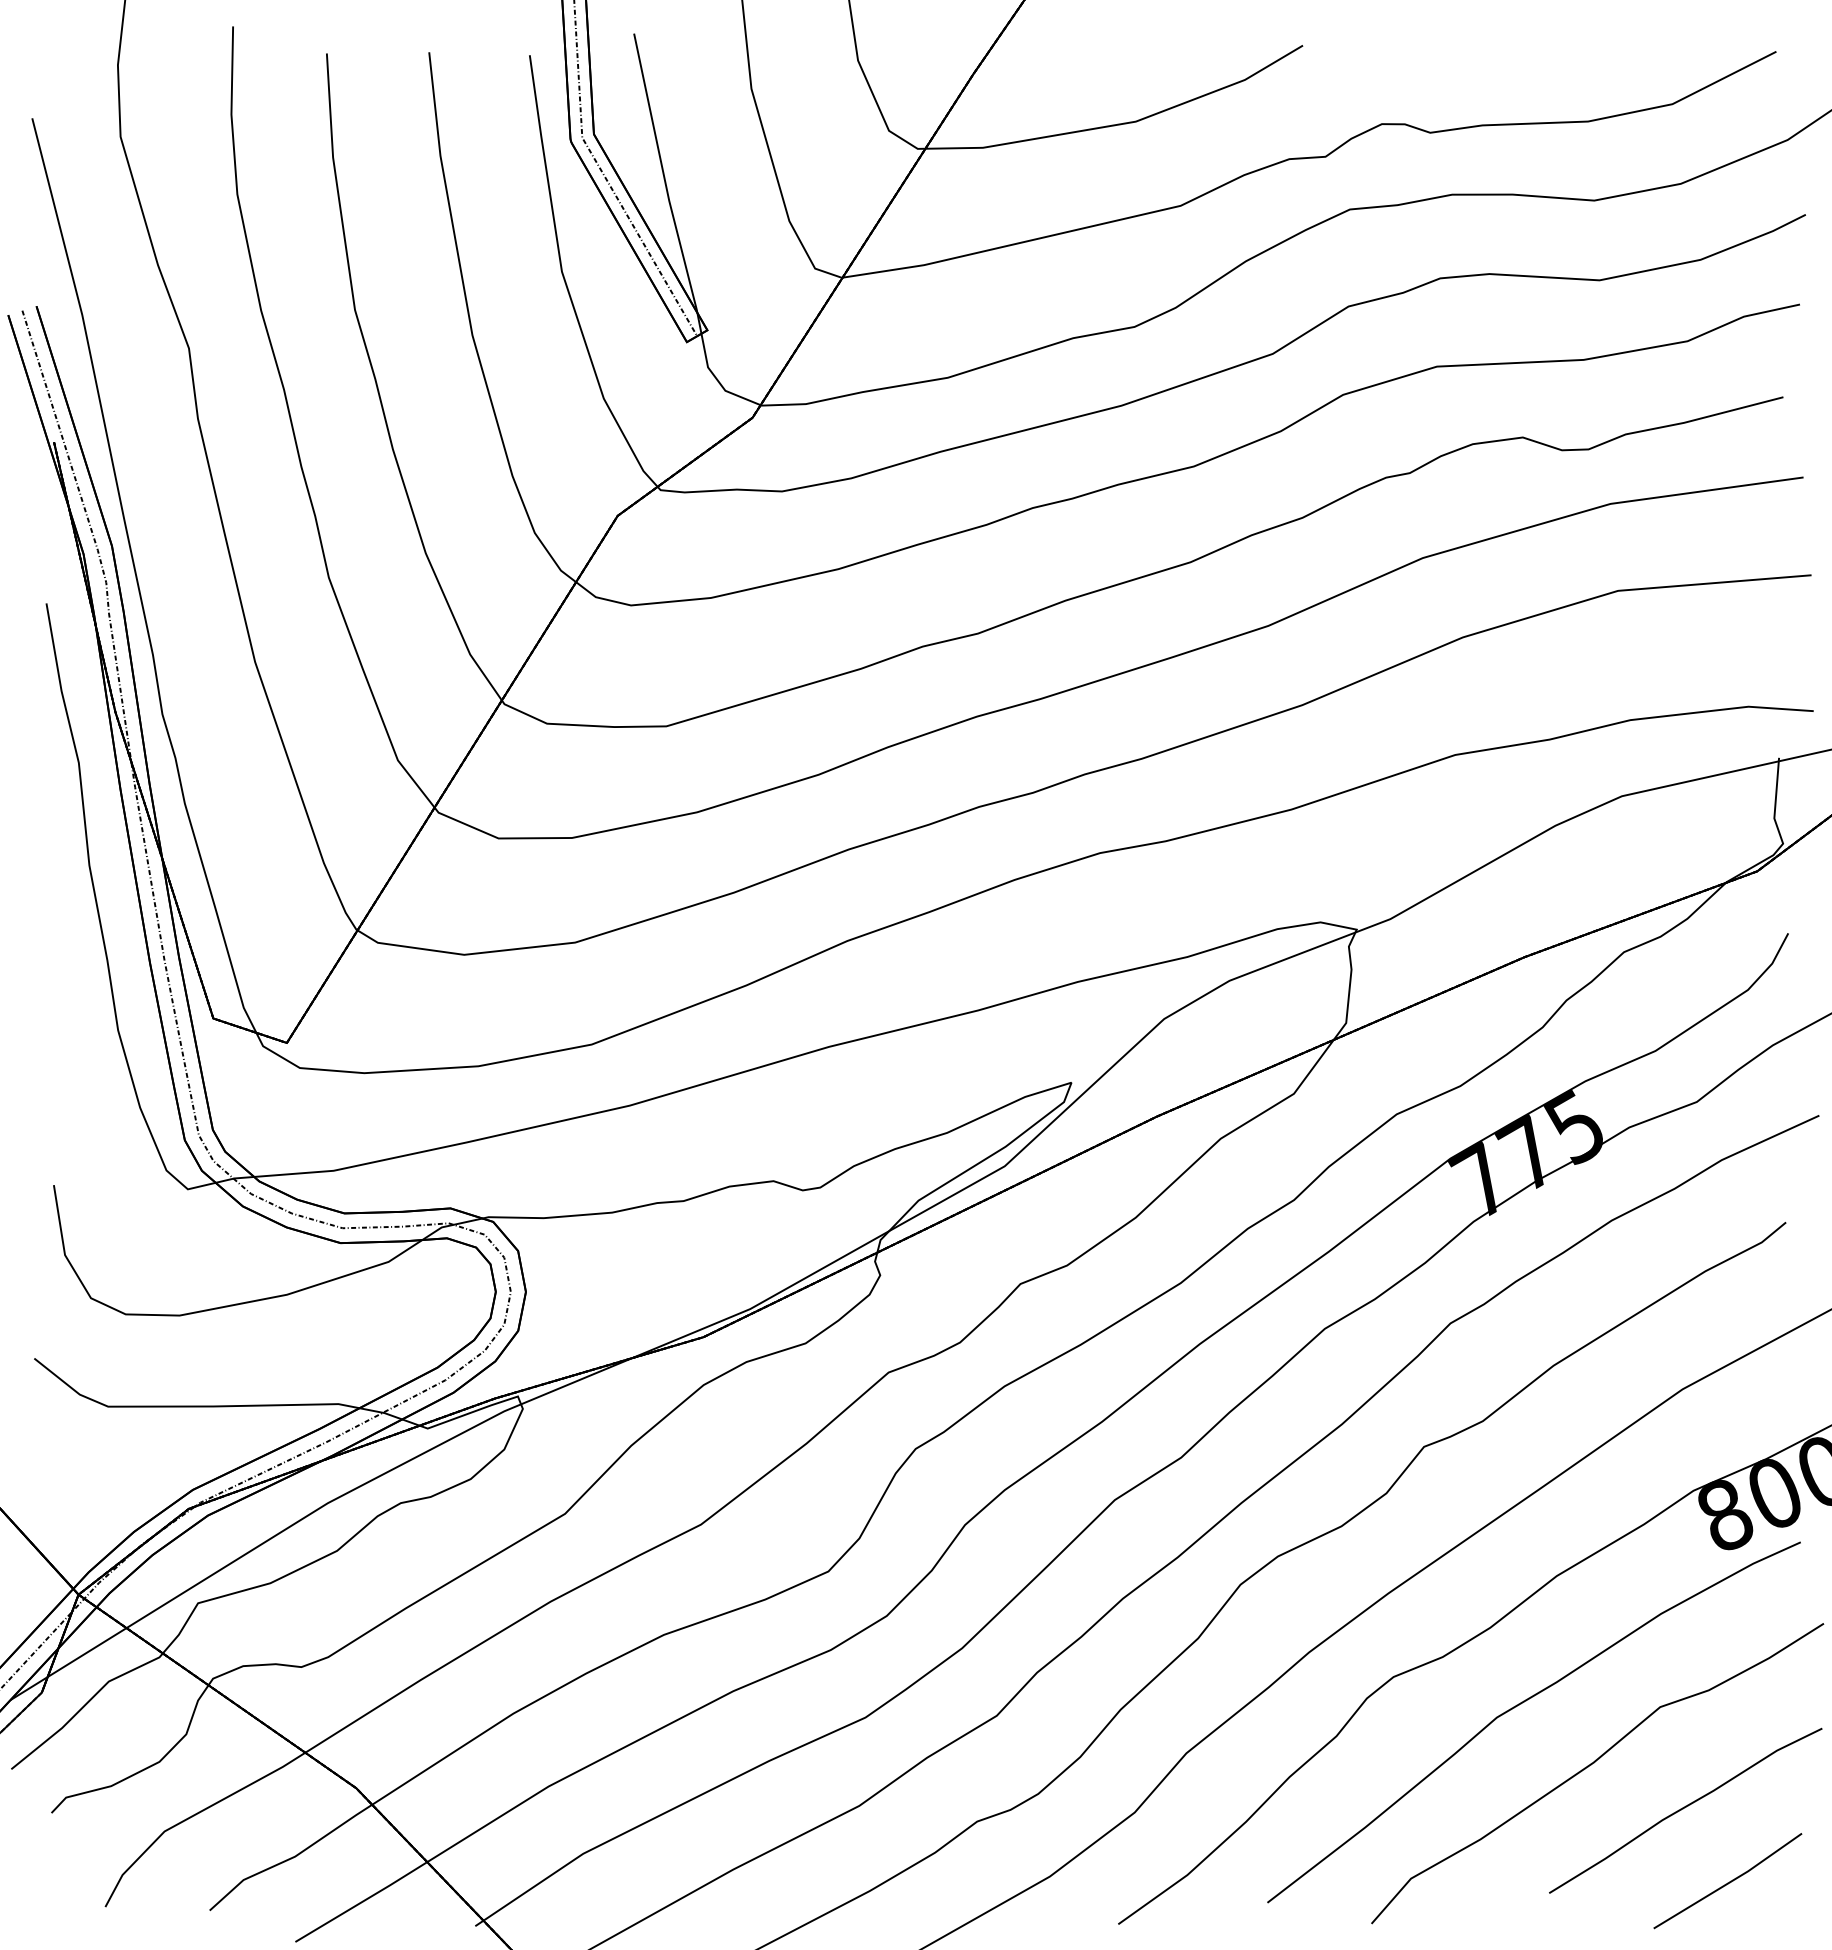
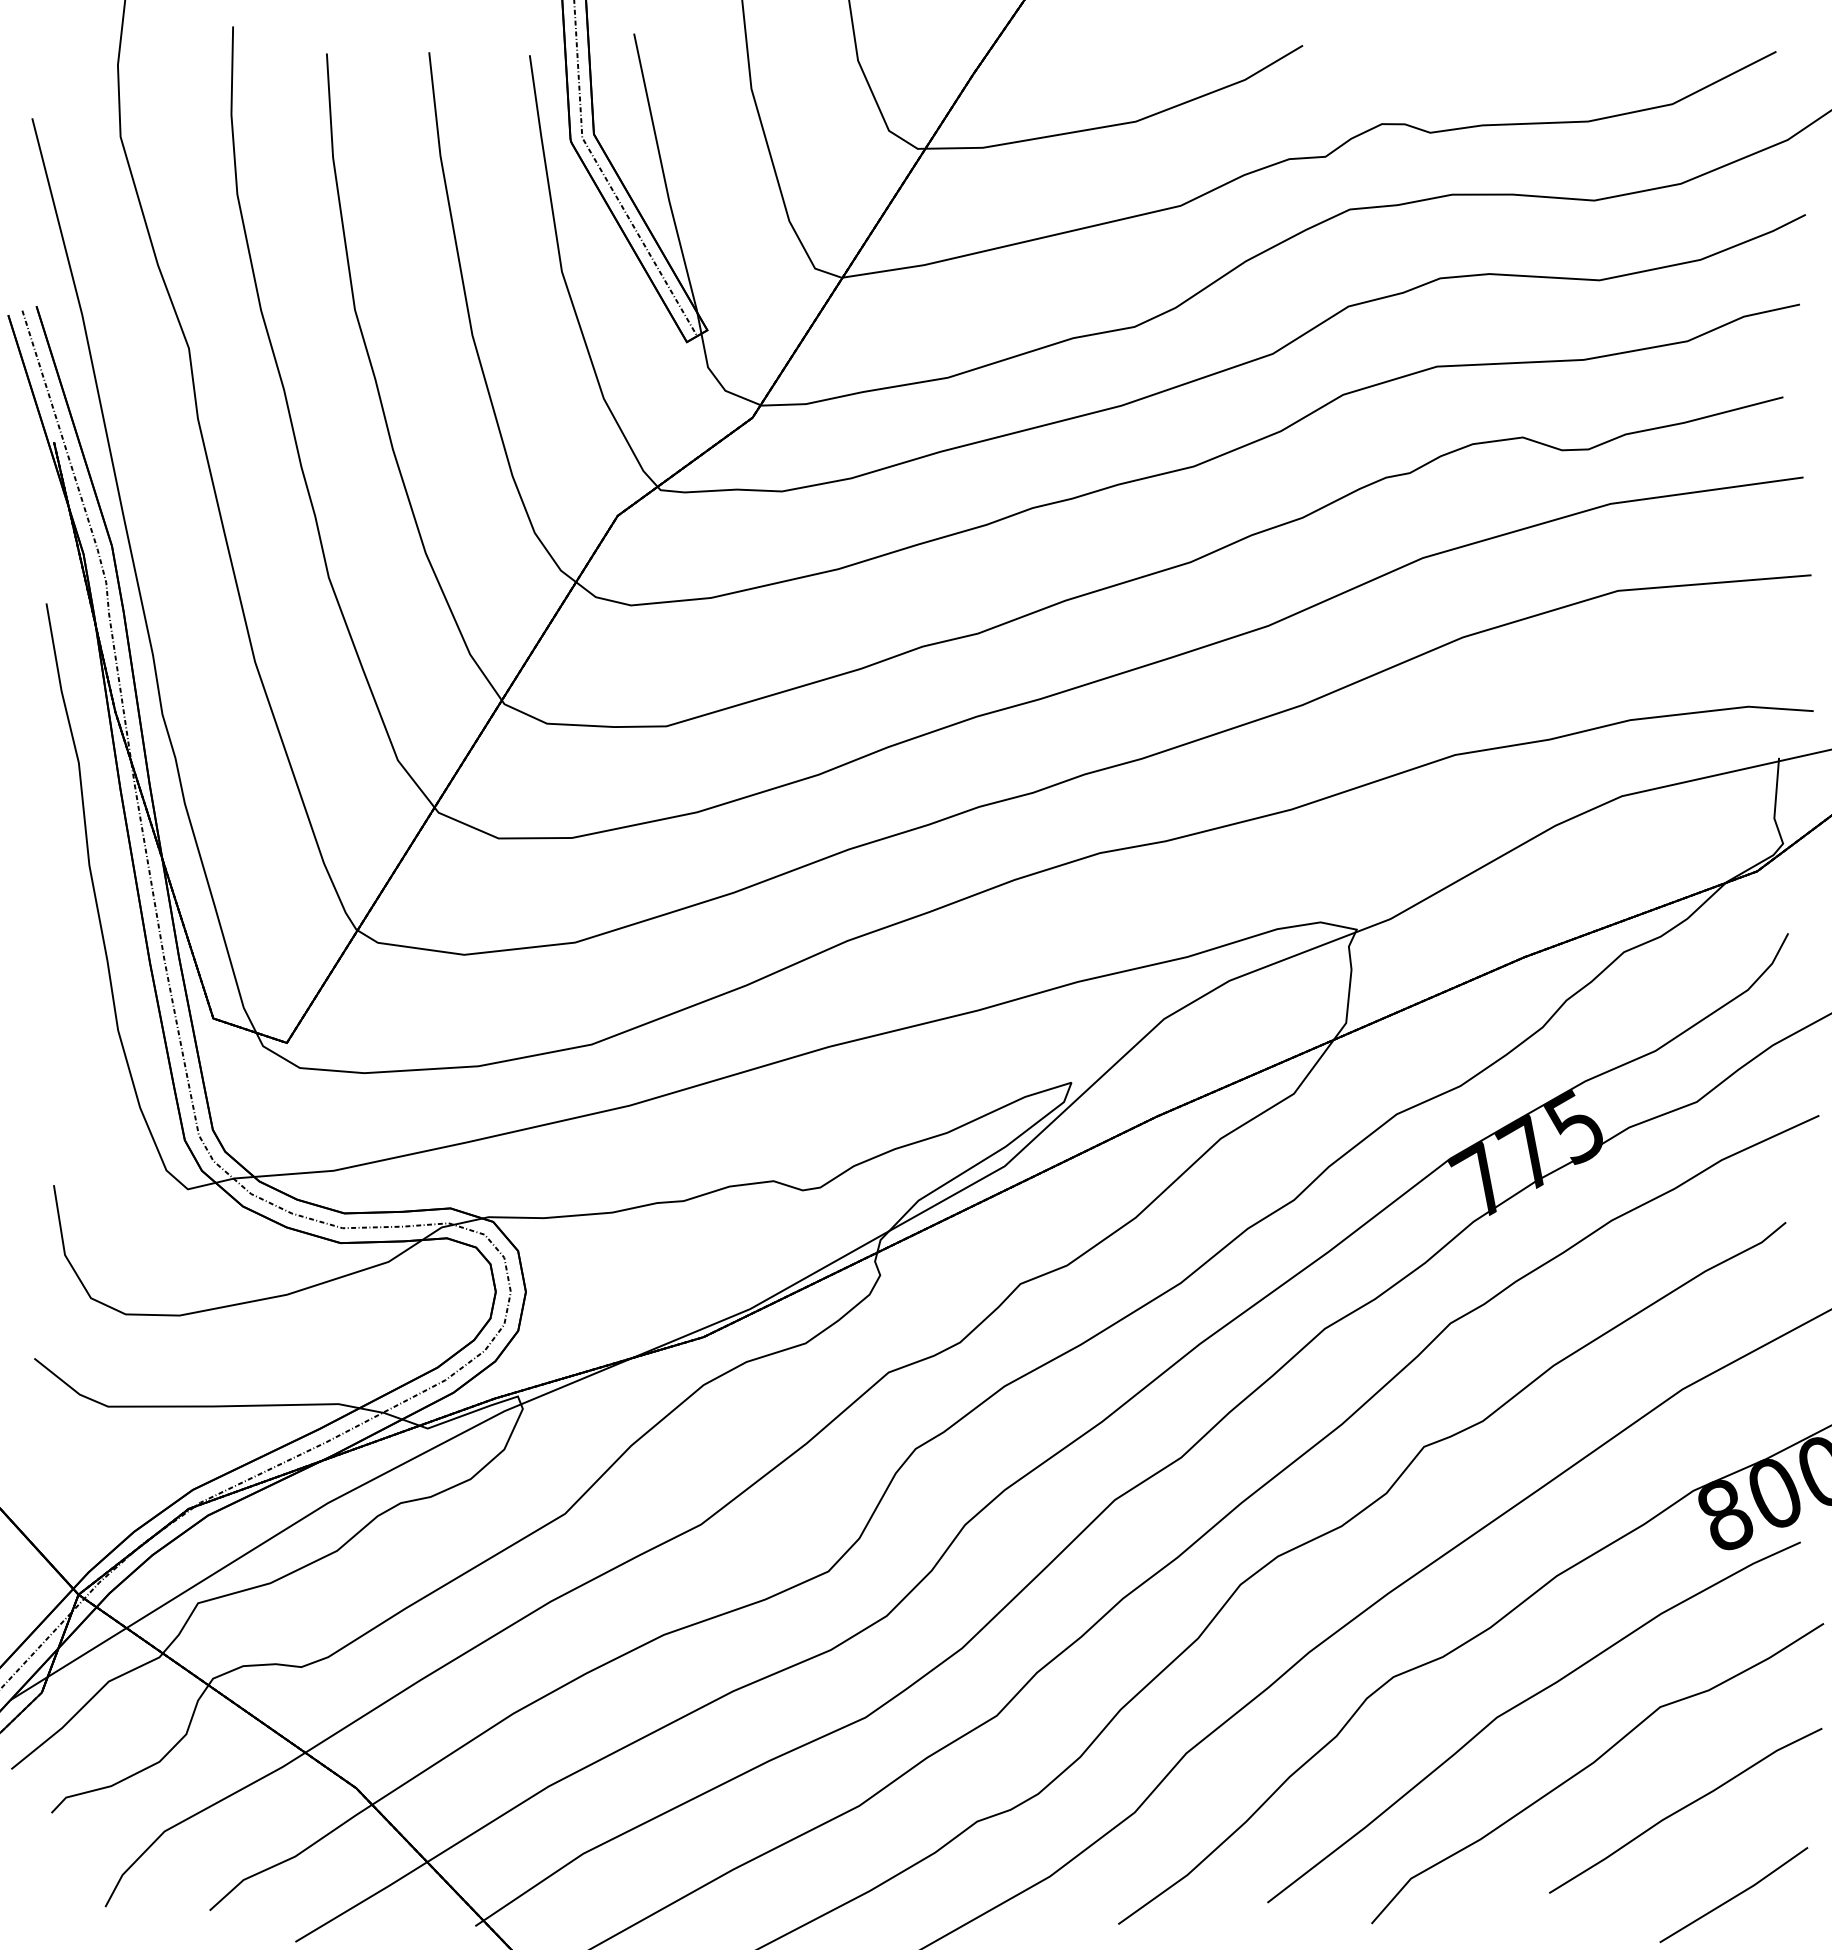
part at (1727, 1881) position: (1727, 1881) -> (1733, 1895)
